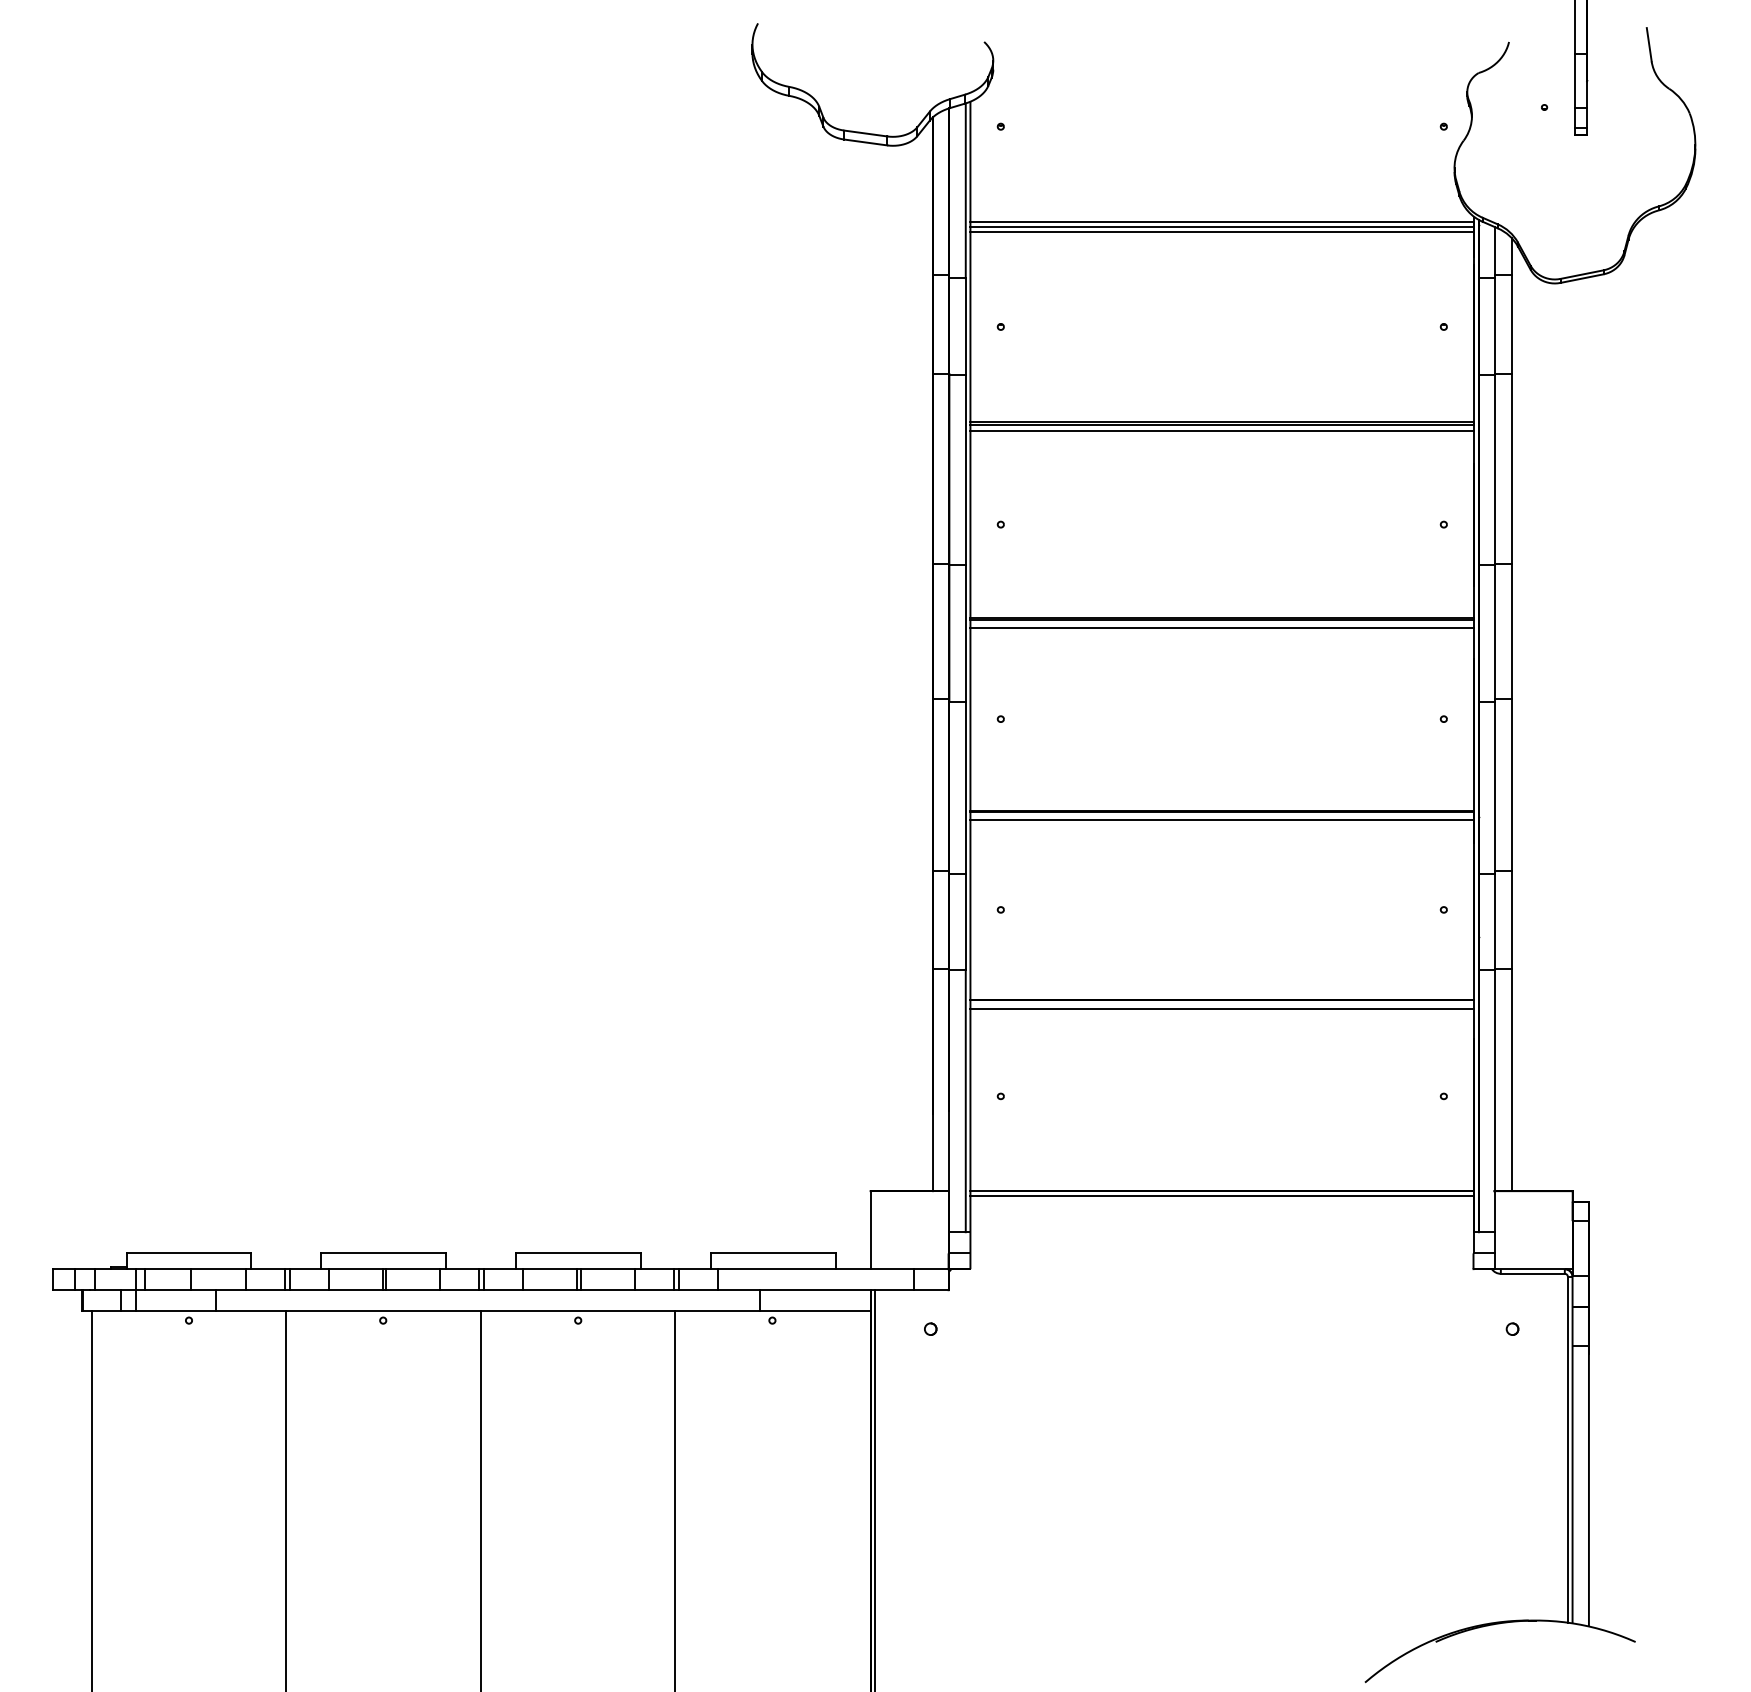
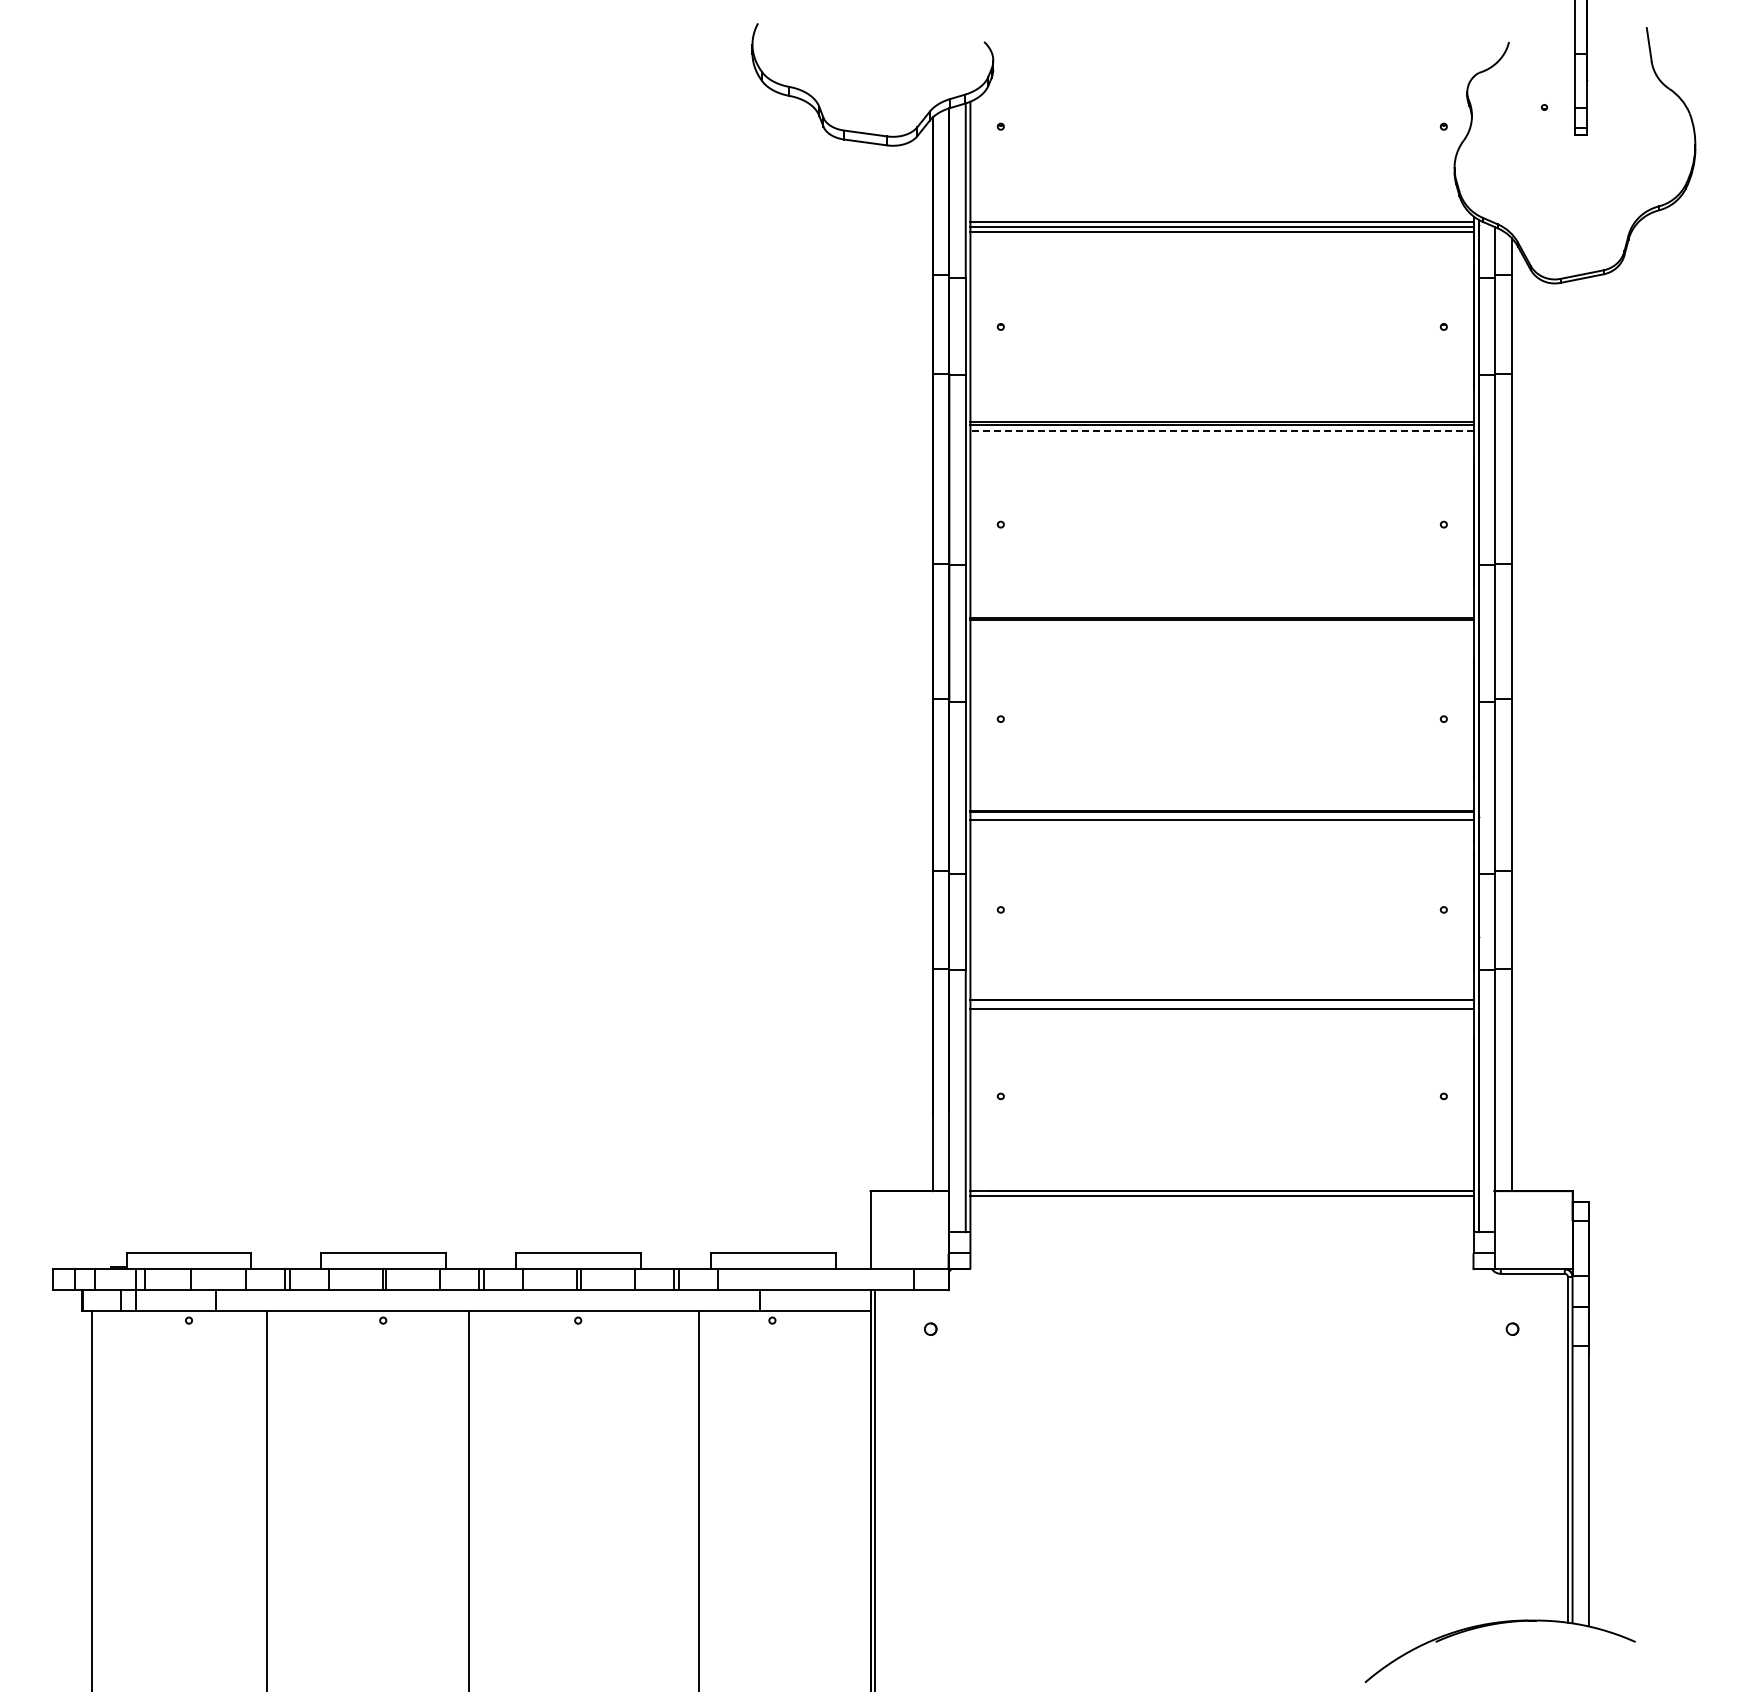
line at (1222, 431): solid -> dashed
line at (1222, 627): present -> none
line at (285, 1499) position: (285, 1499) -> (266, 1499)
line at (480, 1499) position: (480, 1499) -> (468, 1499)
line at (674, 1499) position: (674, 1499) -> (698, 1499)
